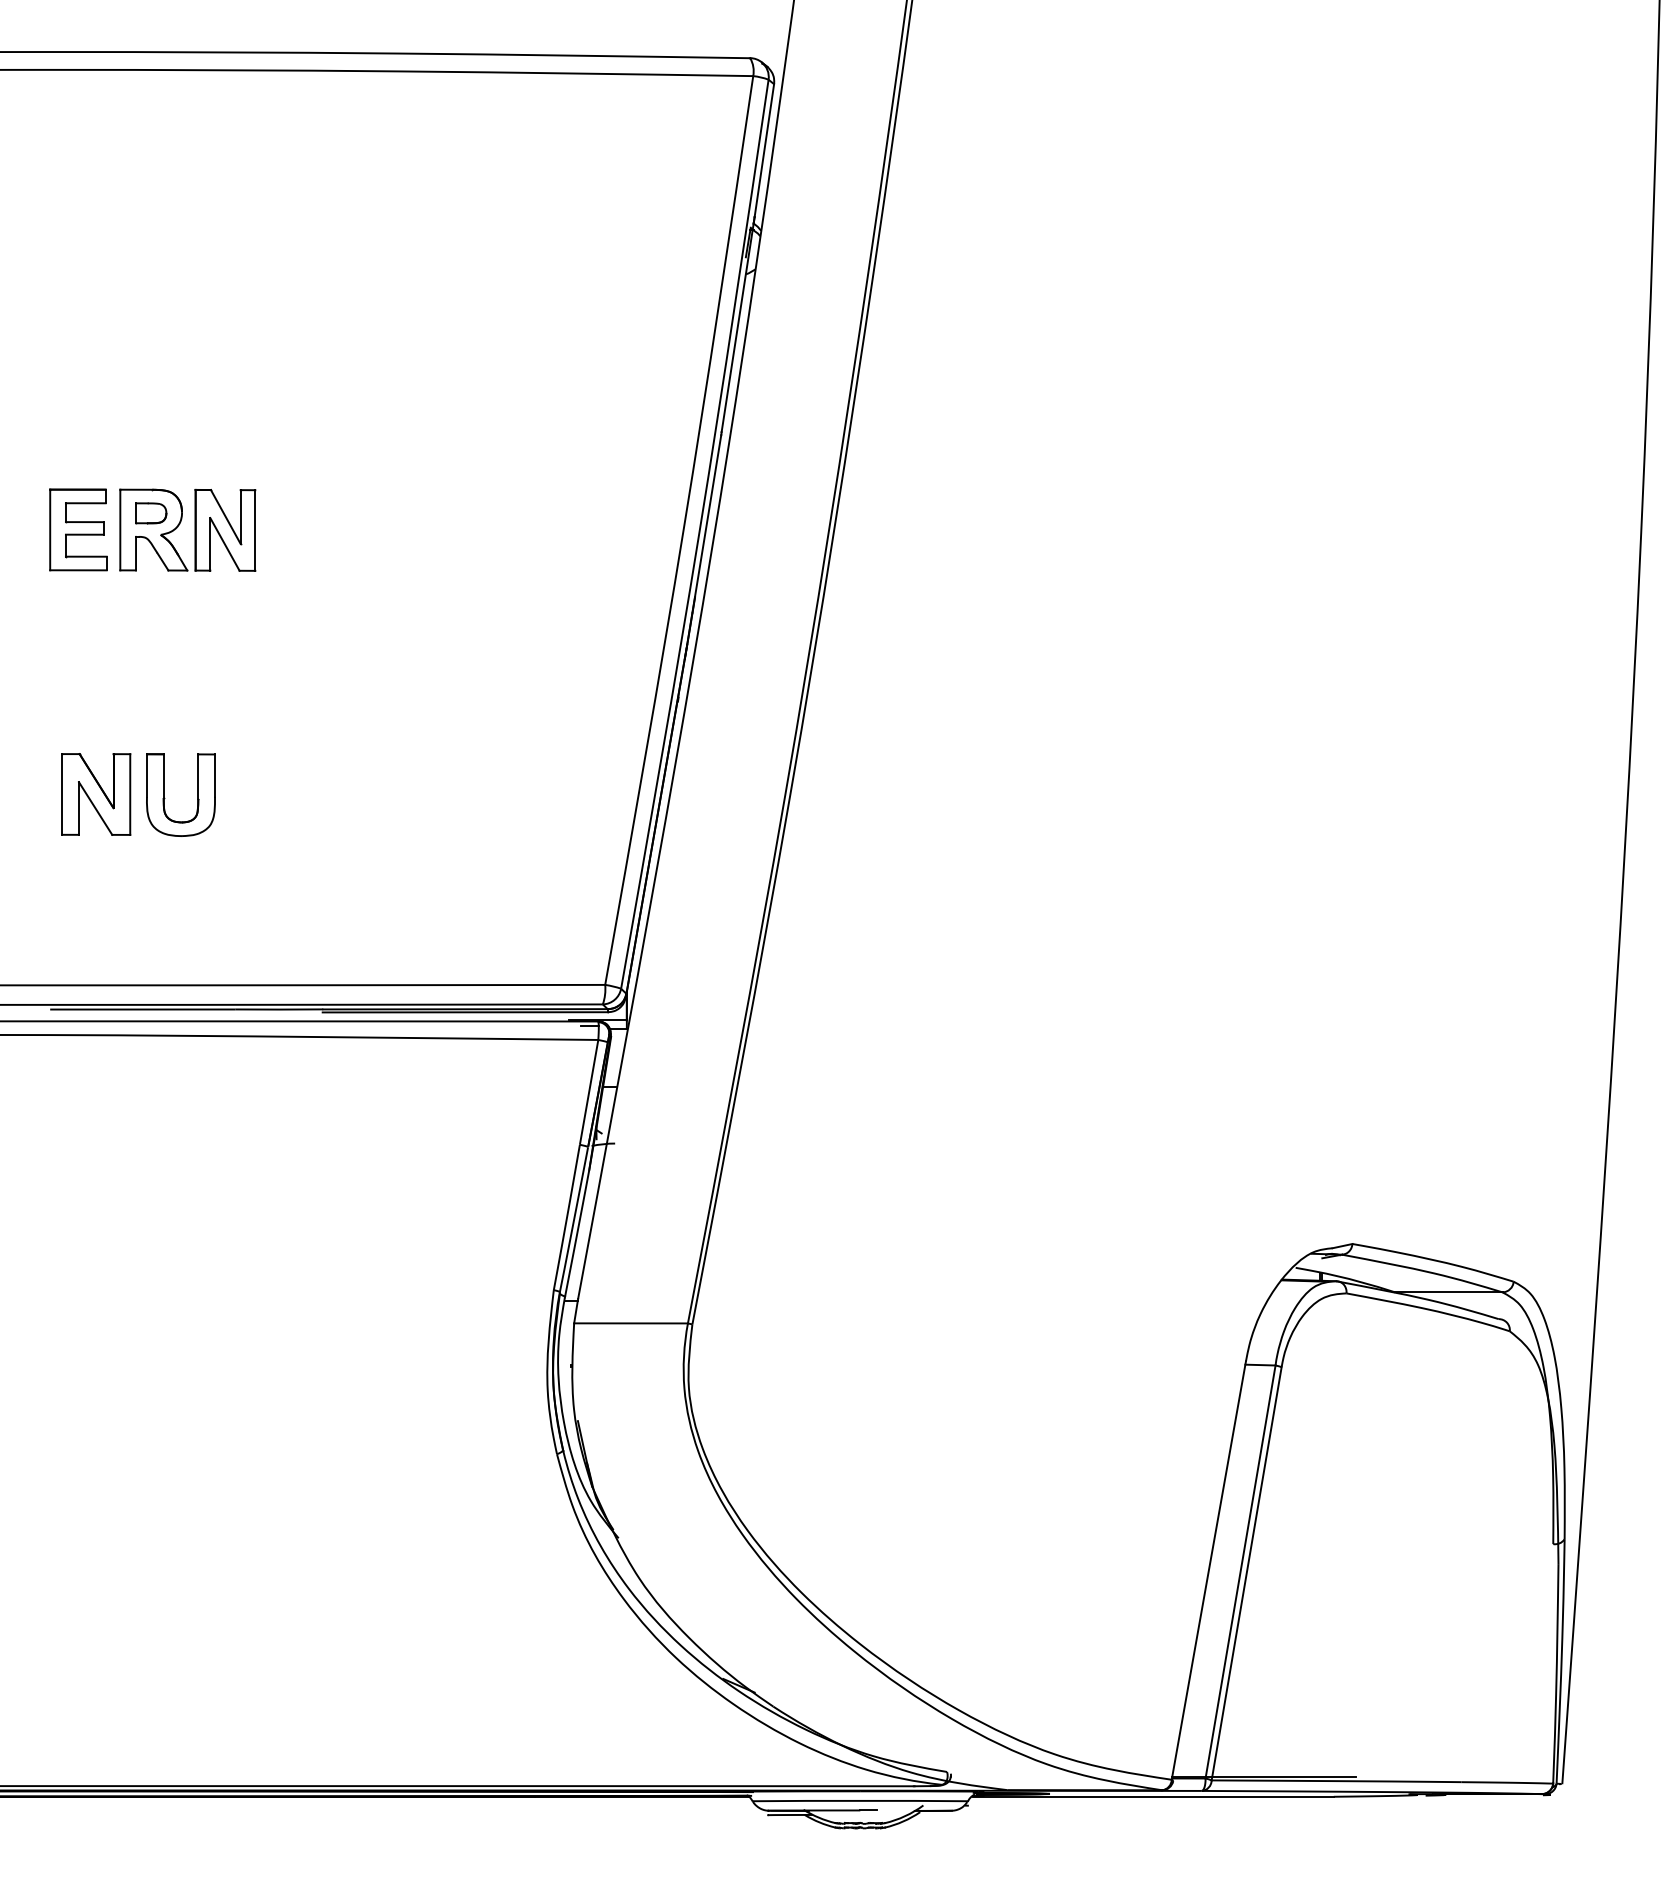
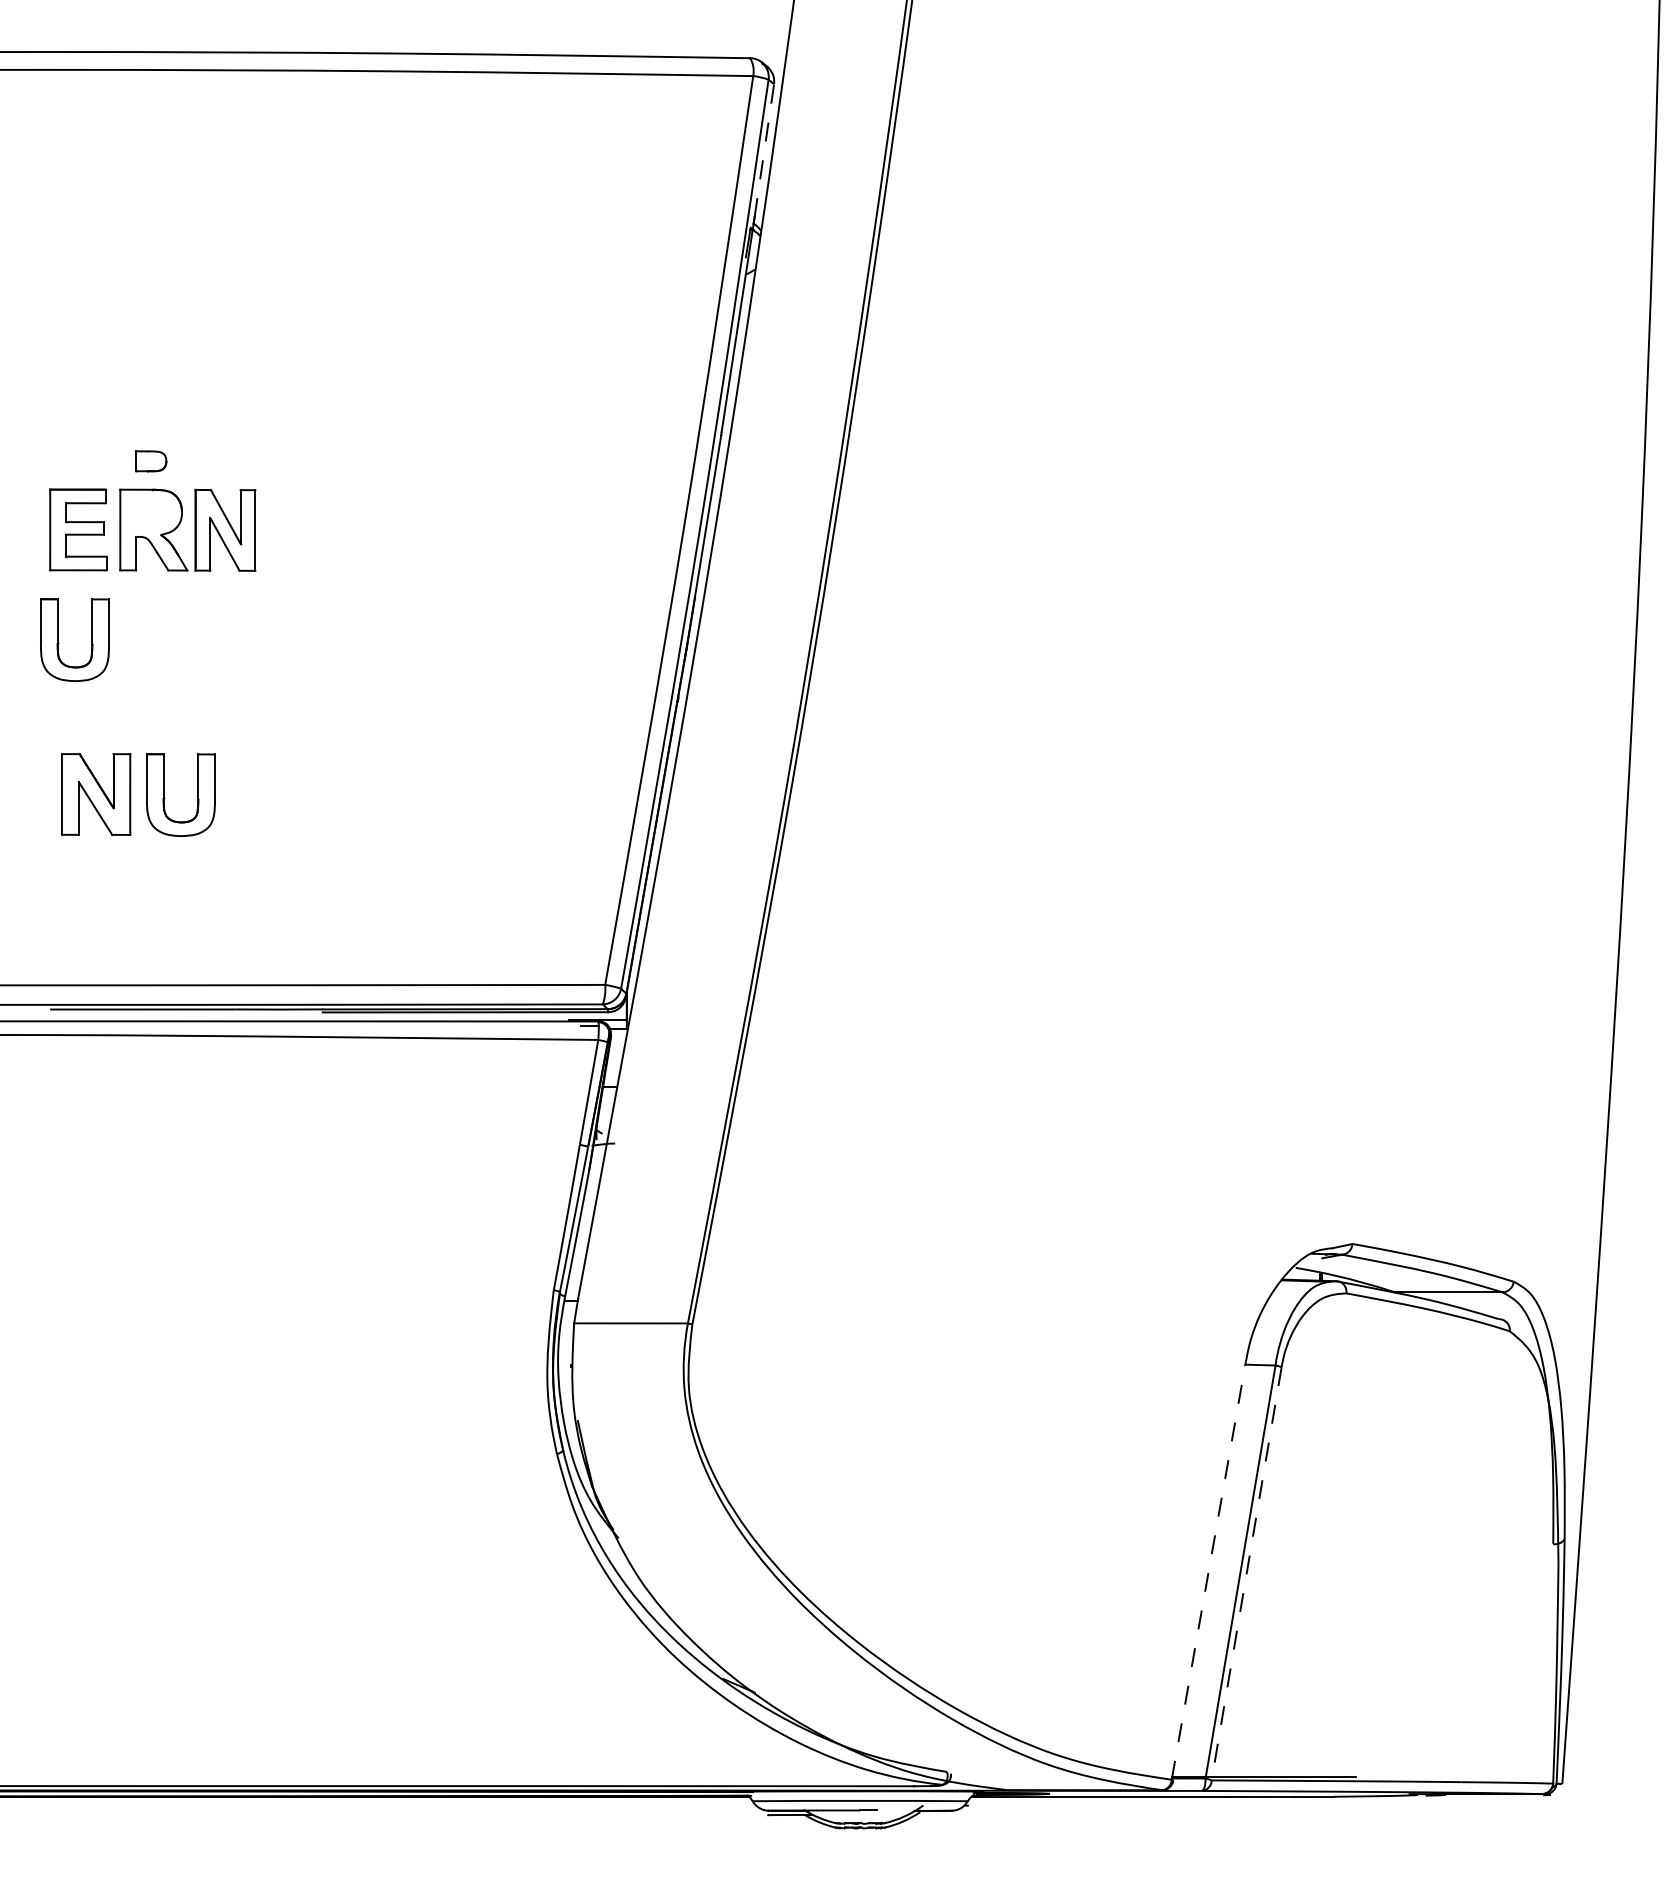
line at (764, 150): solid -> dashed
part at (151, 513) position: (151, 513) -> (151, 461)
part at (59, 643): none -> present
line at (1208, 1570): solid -> dashed
line at (1246, 1573): solid -> dashed
